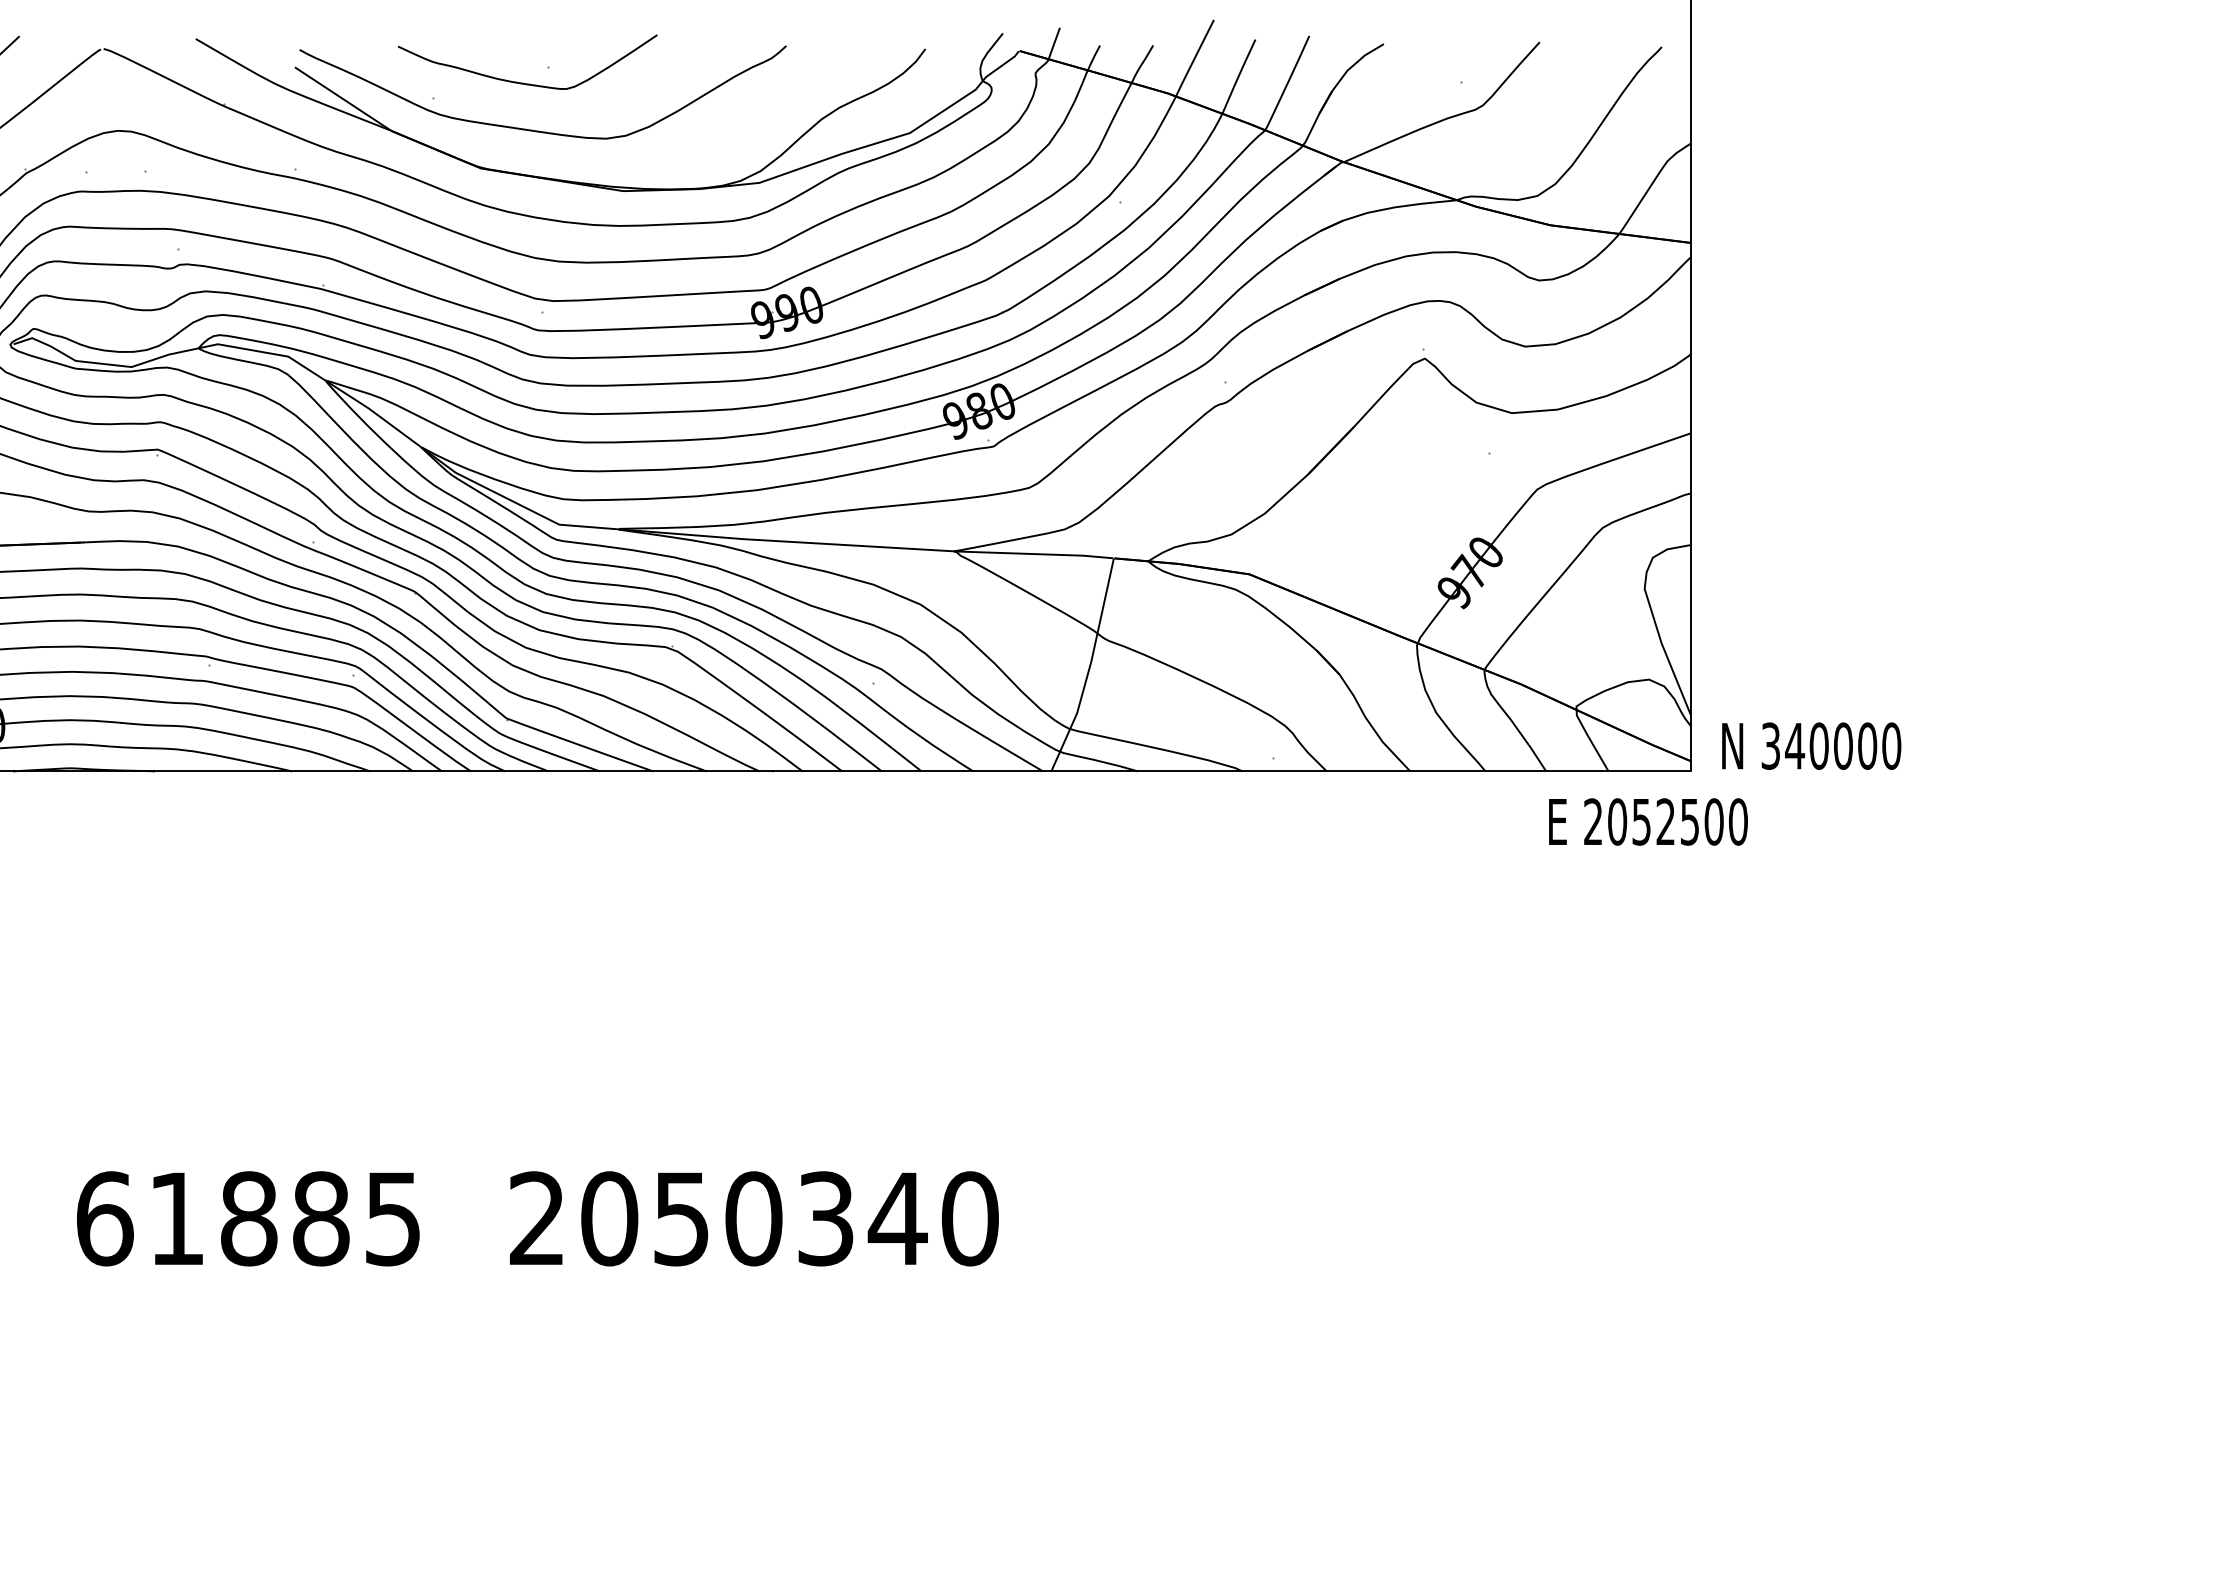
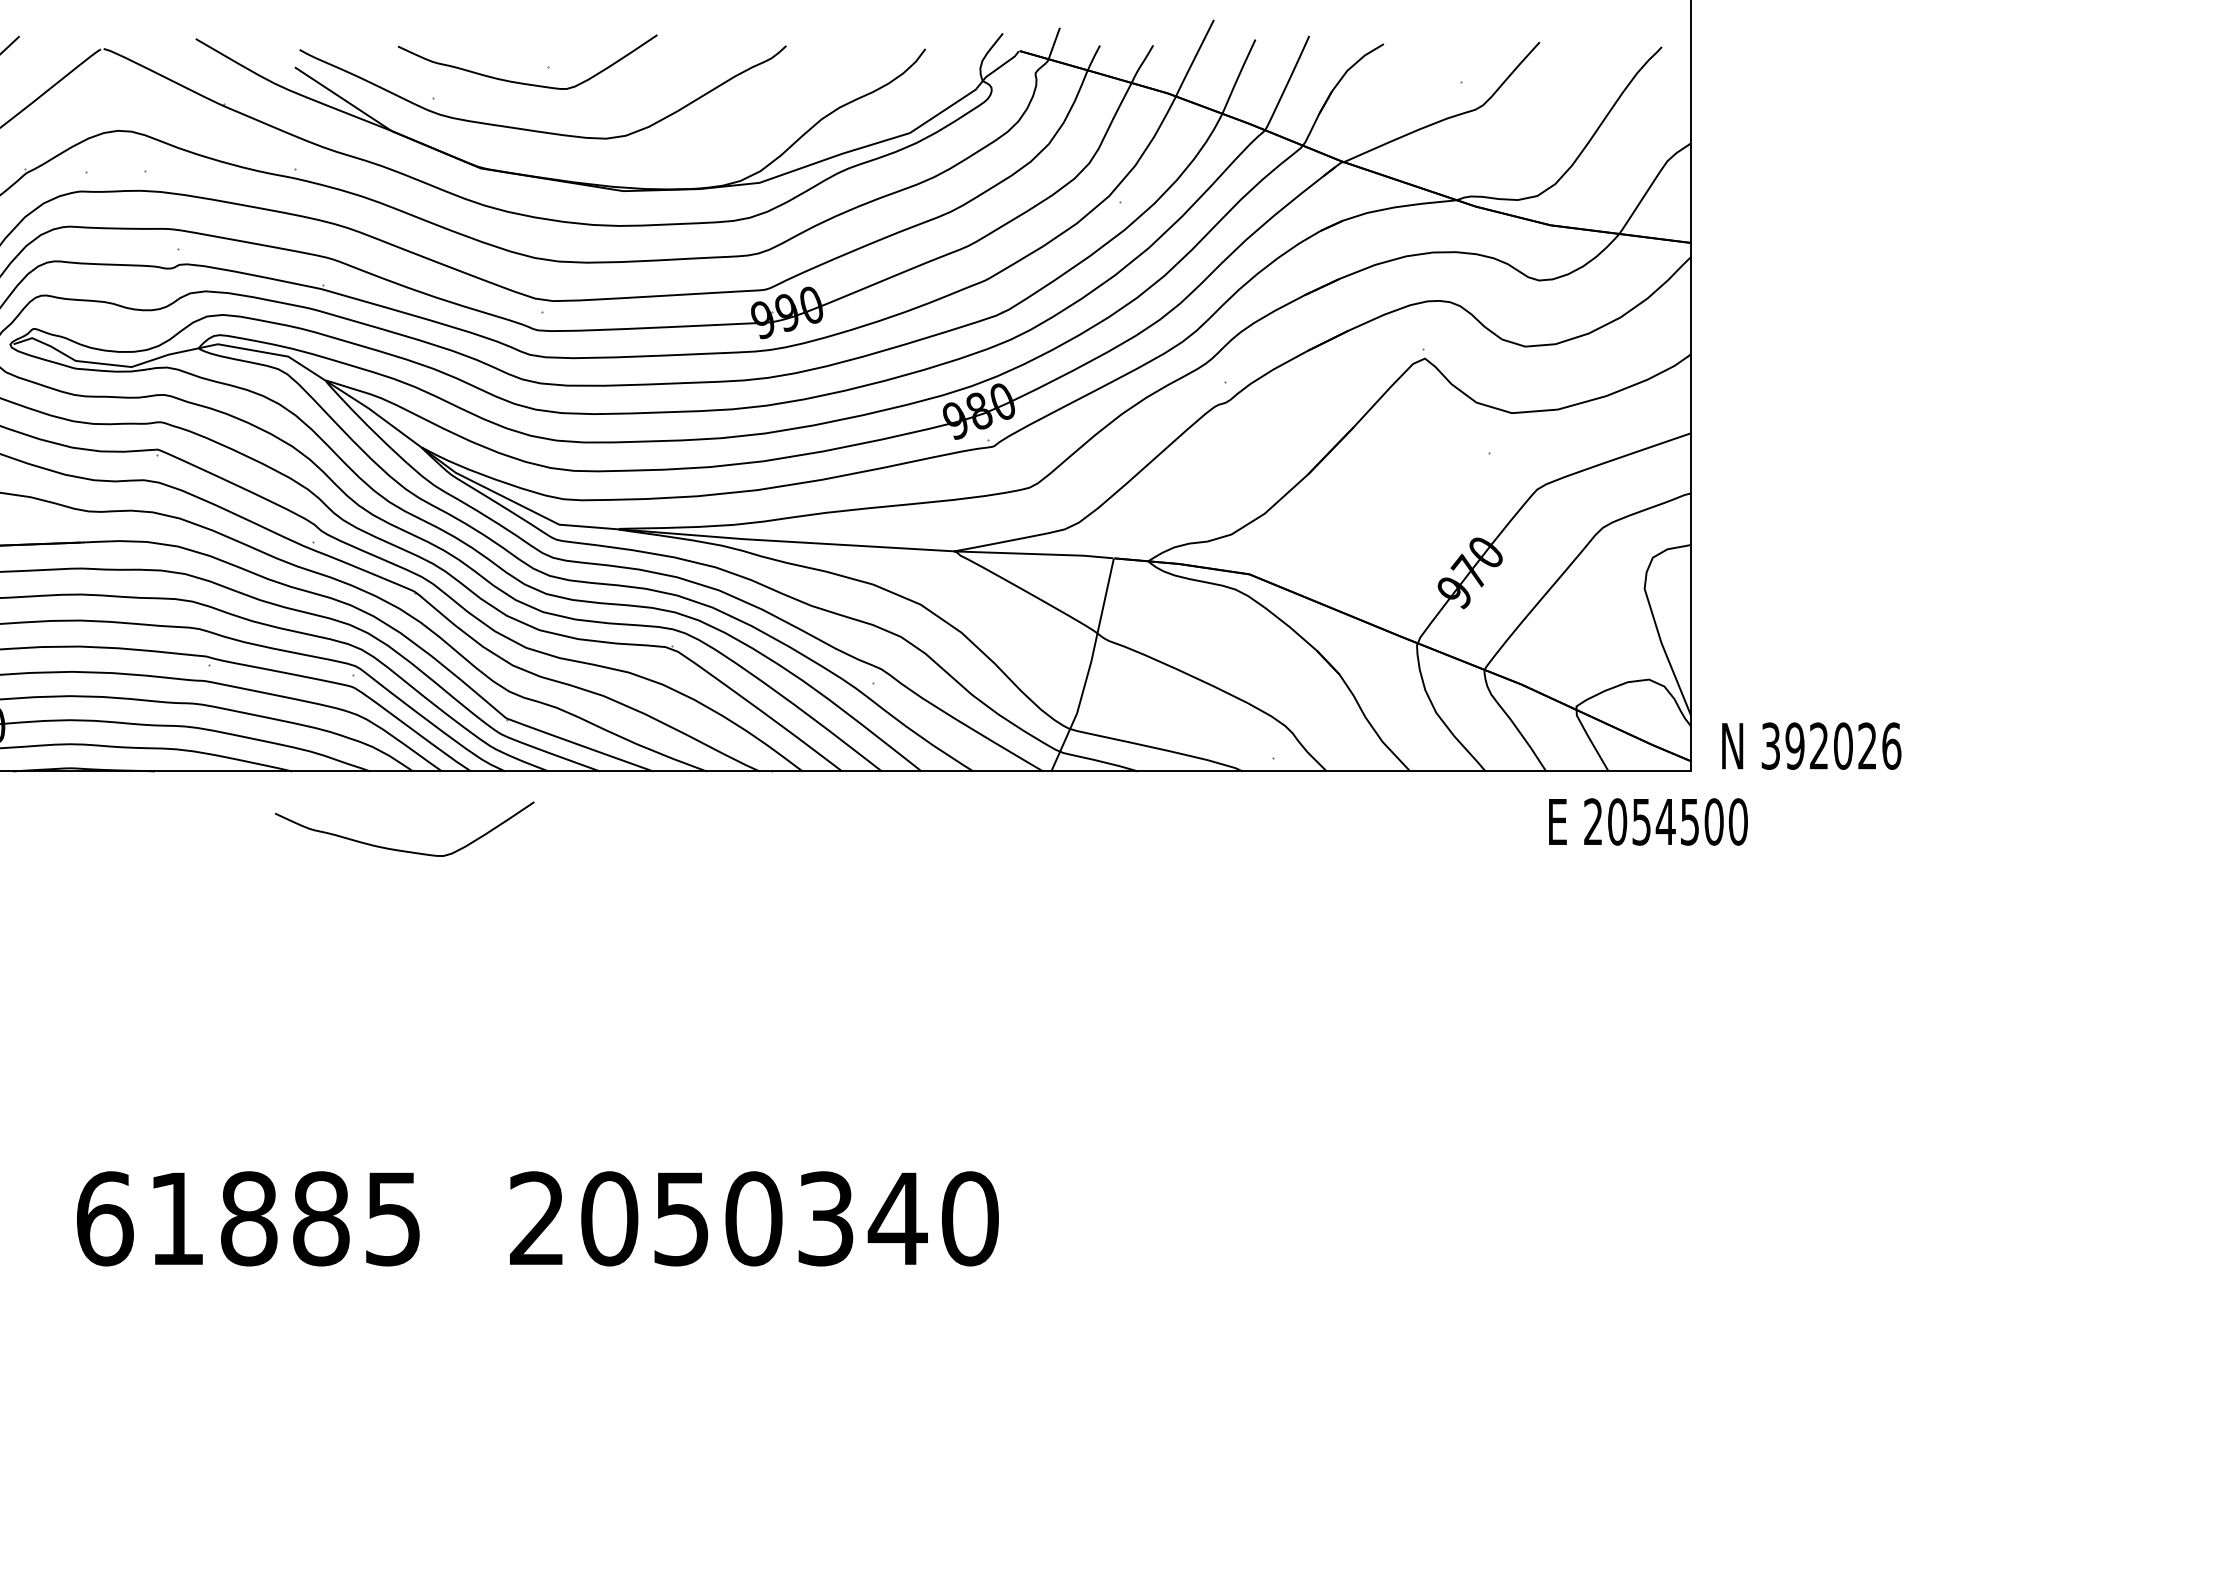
text at (1843, 745): 340000 -> 392026
text at (1665, 821): 2052500 -> 2054500
curve at (400, 849): none -> present
